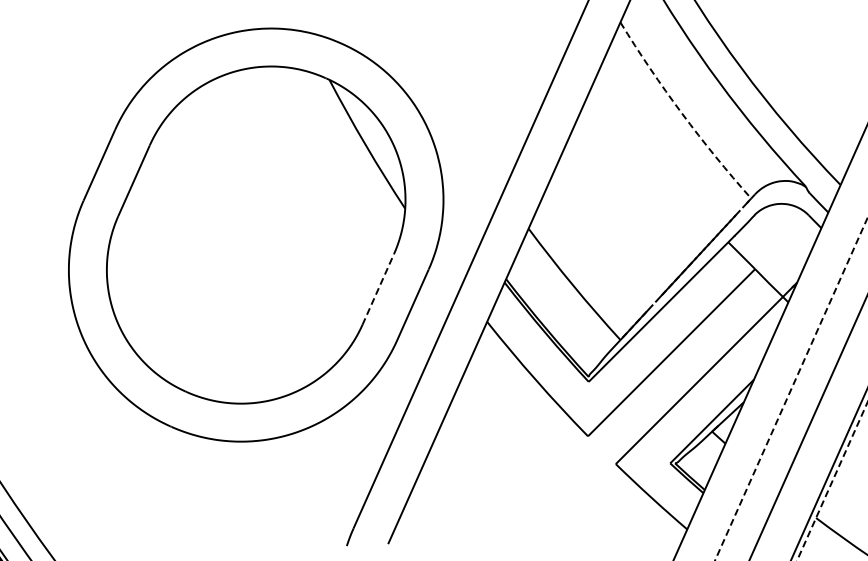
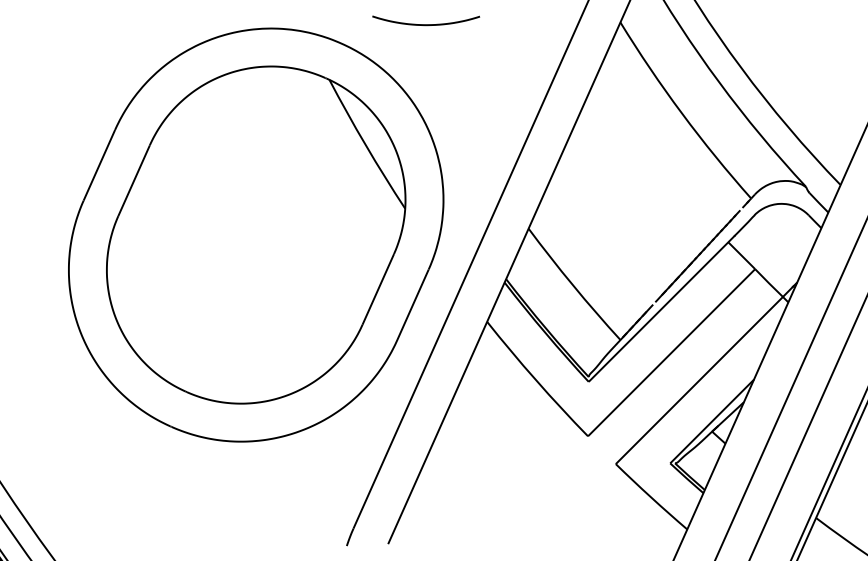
curve at (426, 24): none -> present
arc at (681, 113): dashed -> solid
line at (378, 289): dashed -> solid
line at (791, 389): dashed -> solid
line at (832, 481): dashed -> solid
